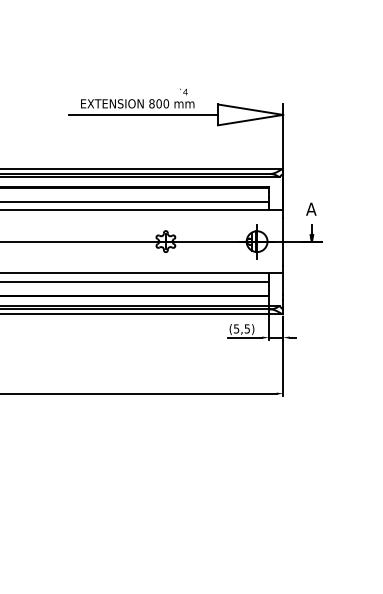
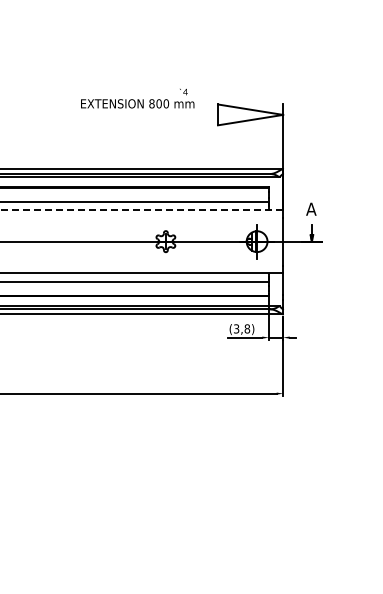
line at (143, 114): present -> none
line at (141, 210): solid -> dashed
text at (242, 328): (5,5) -> (3,8)
